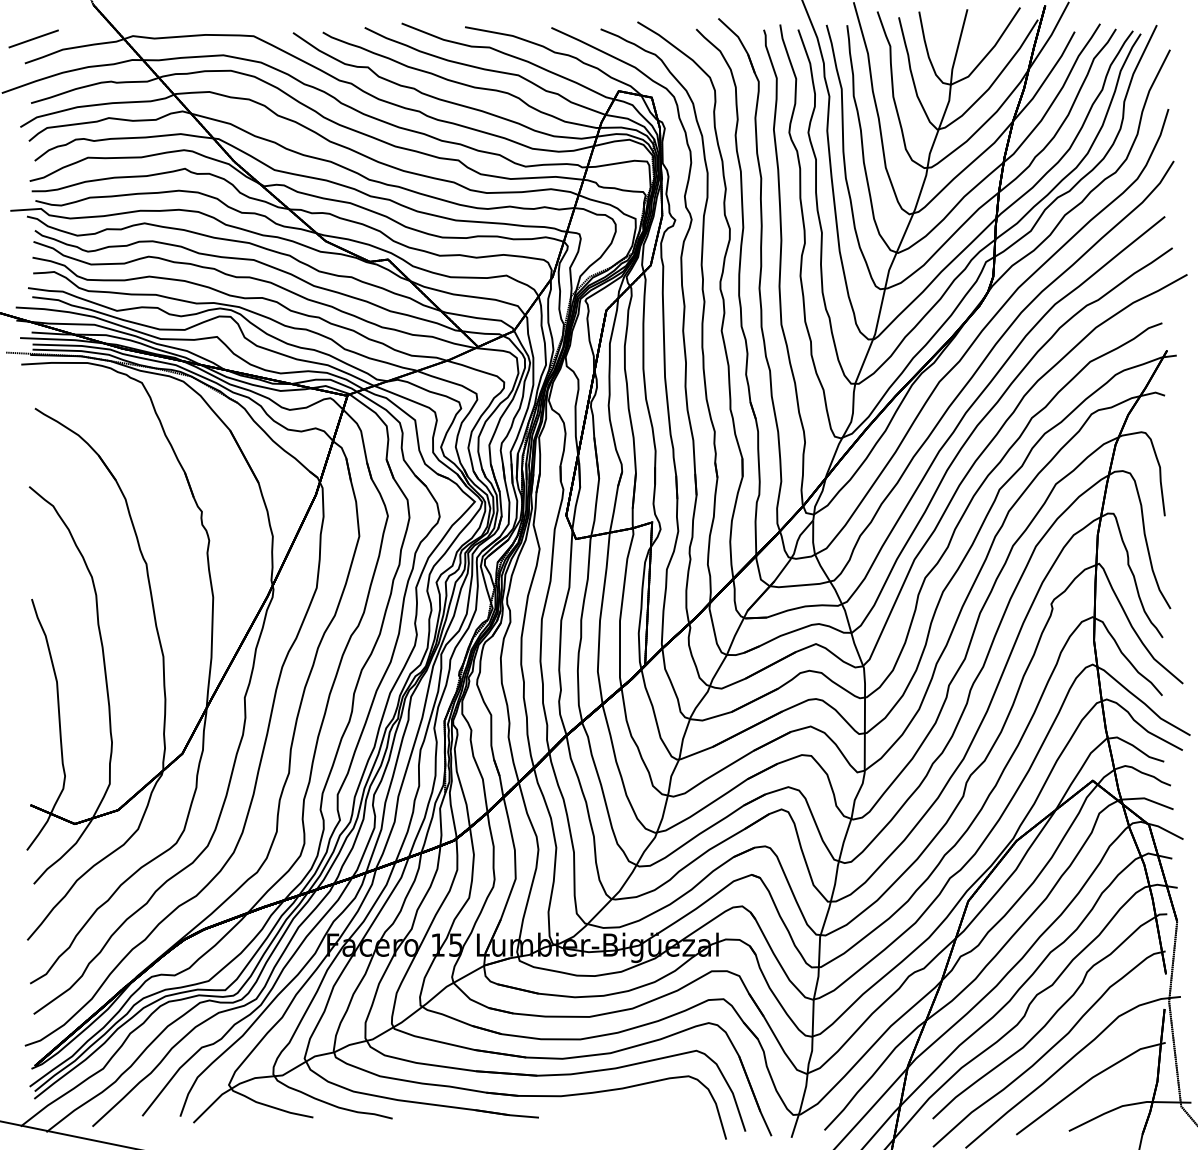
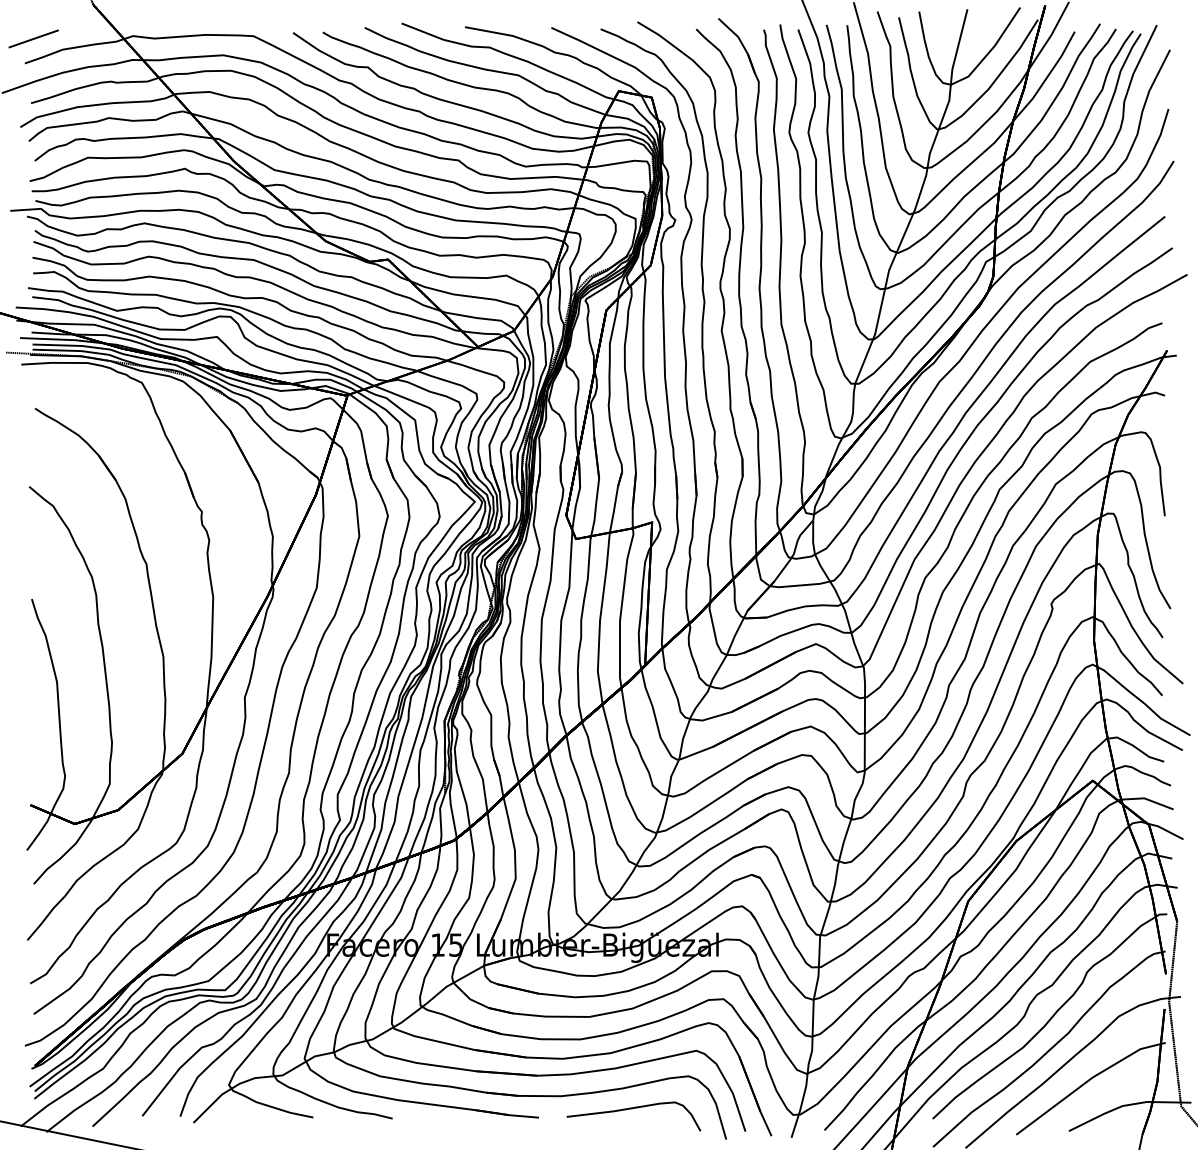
curve at (632, 1109): none -> present
